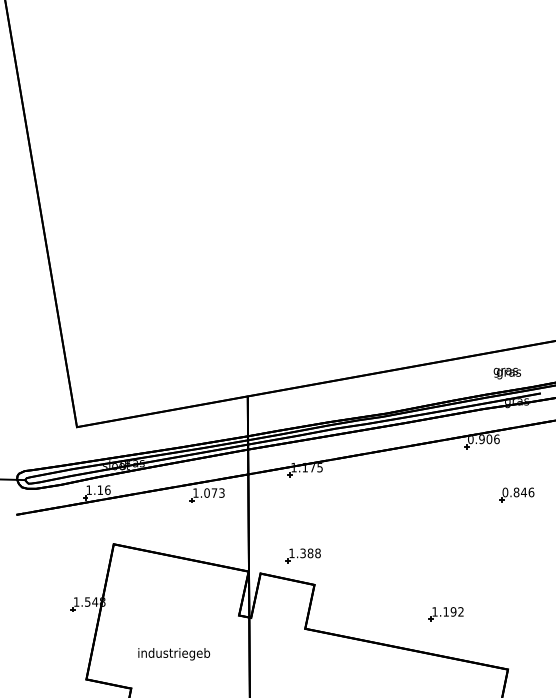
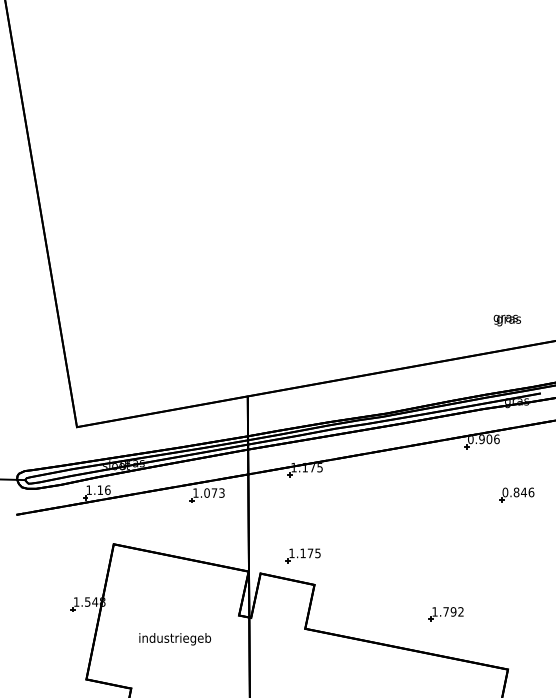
text at (506, 373) position: (506, 373) -> (506, 320)
text at (310, 553): 1.388 -> 1.175
text at (445, 611): 1.192 -> 1.792
text at (174, 654) position: (174, 654) -> (175, 639)
